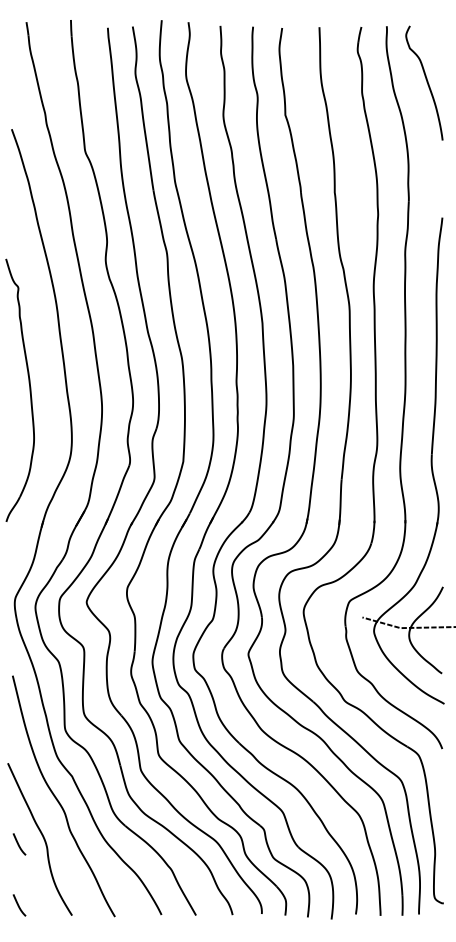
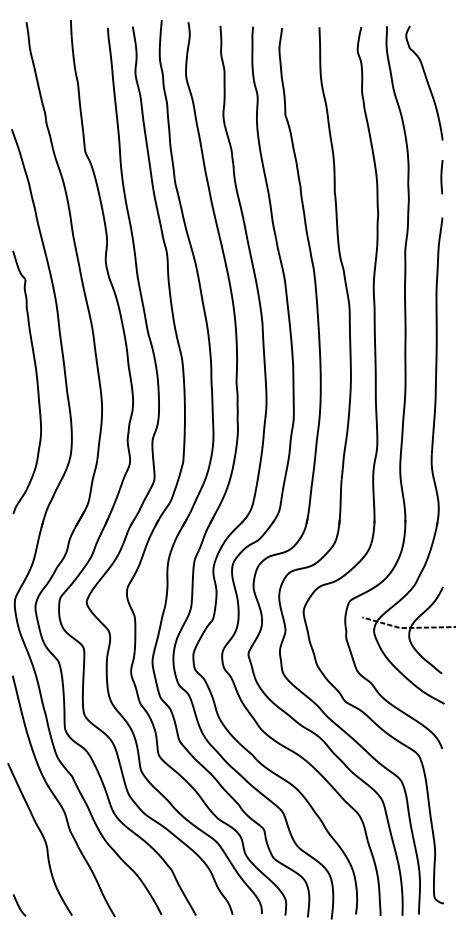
line at (441, 177): none -> present
part at (29, 389) position: (29, 389) -> (36, 381)
curve at (19, 844): present -> none
